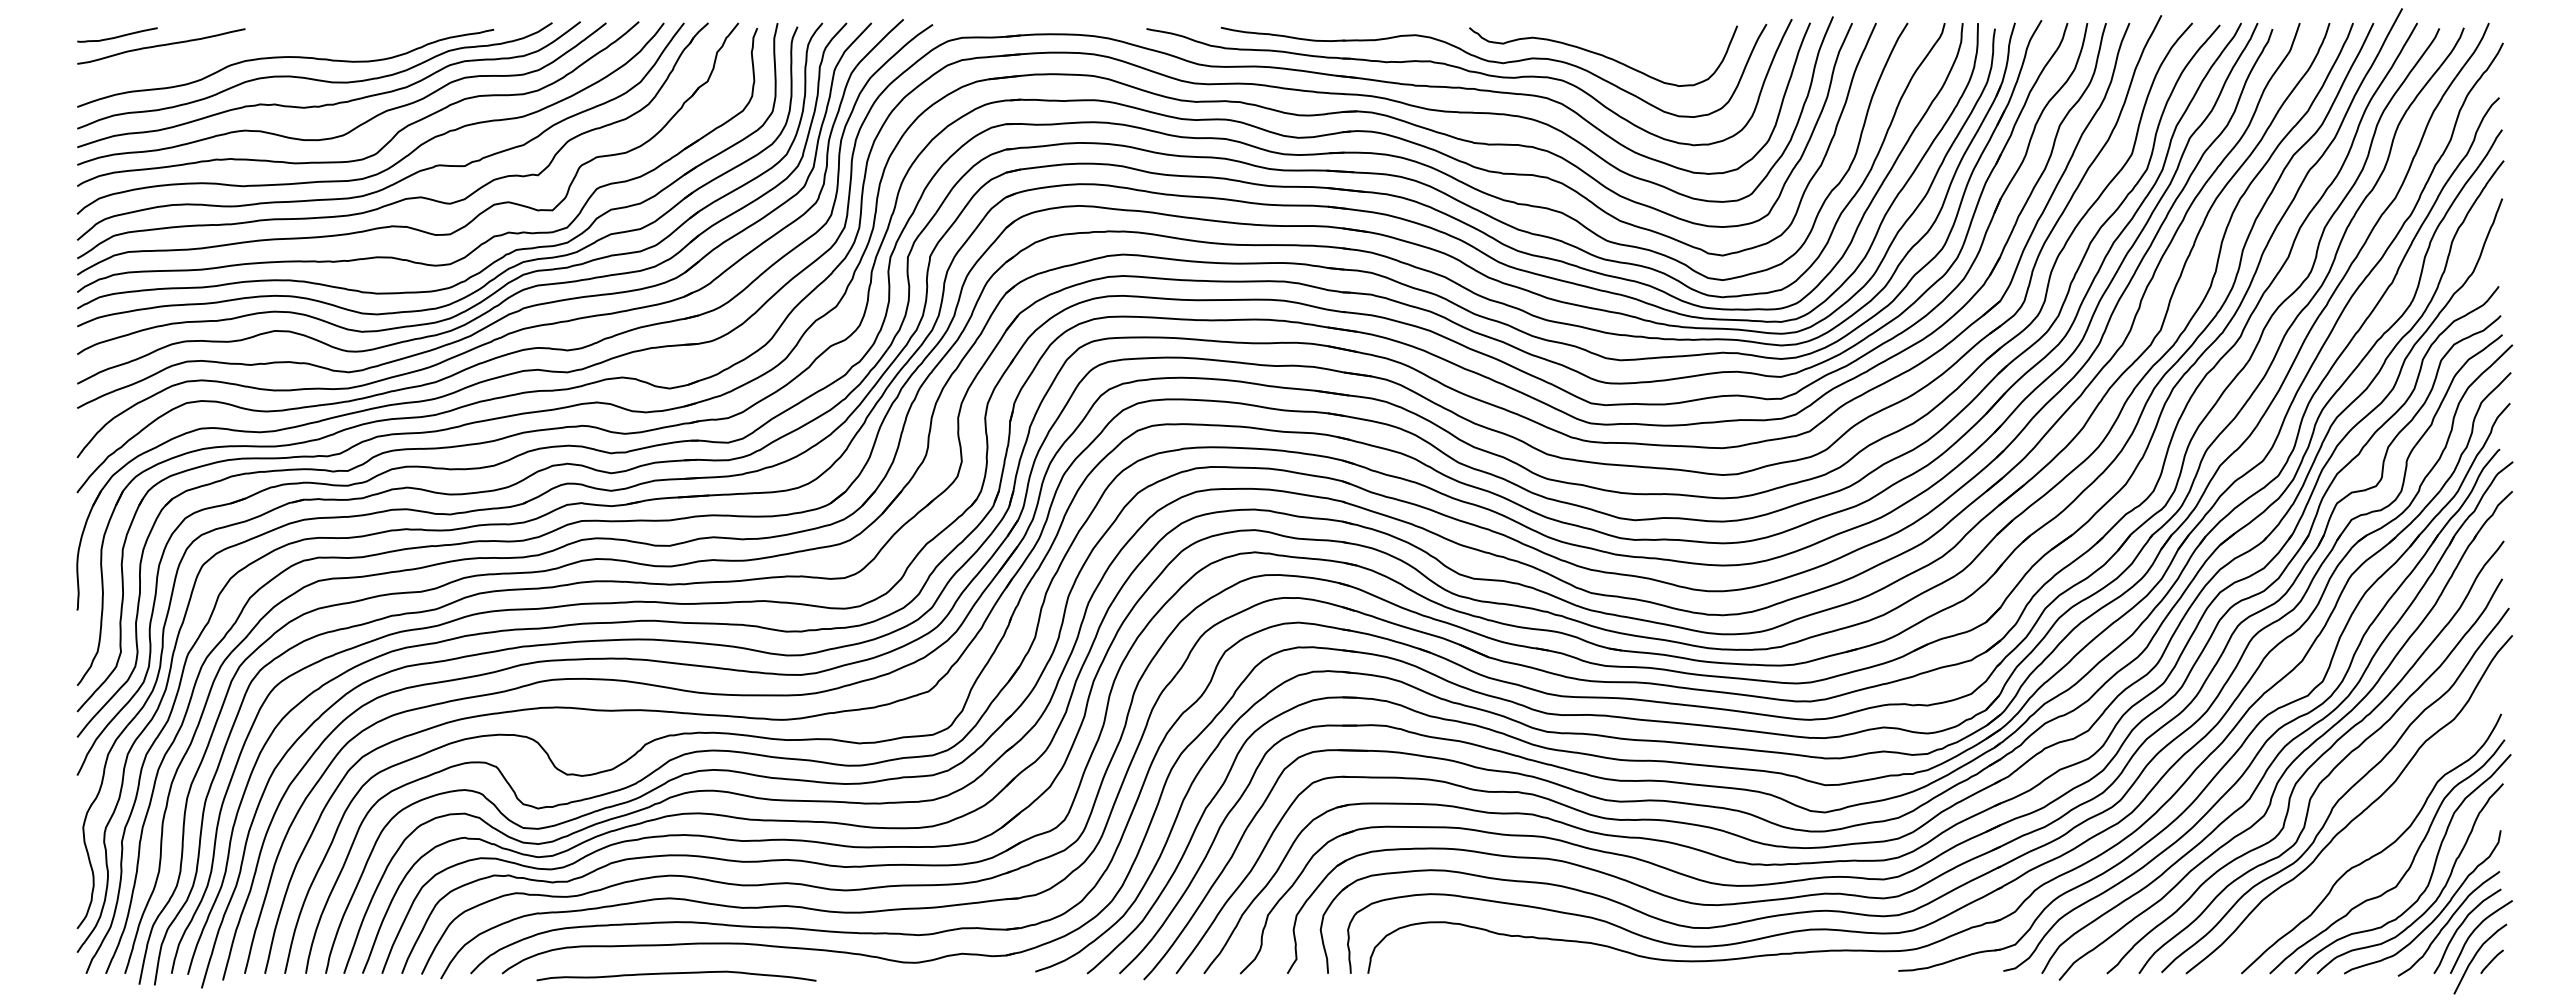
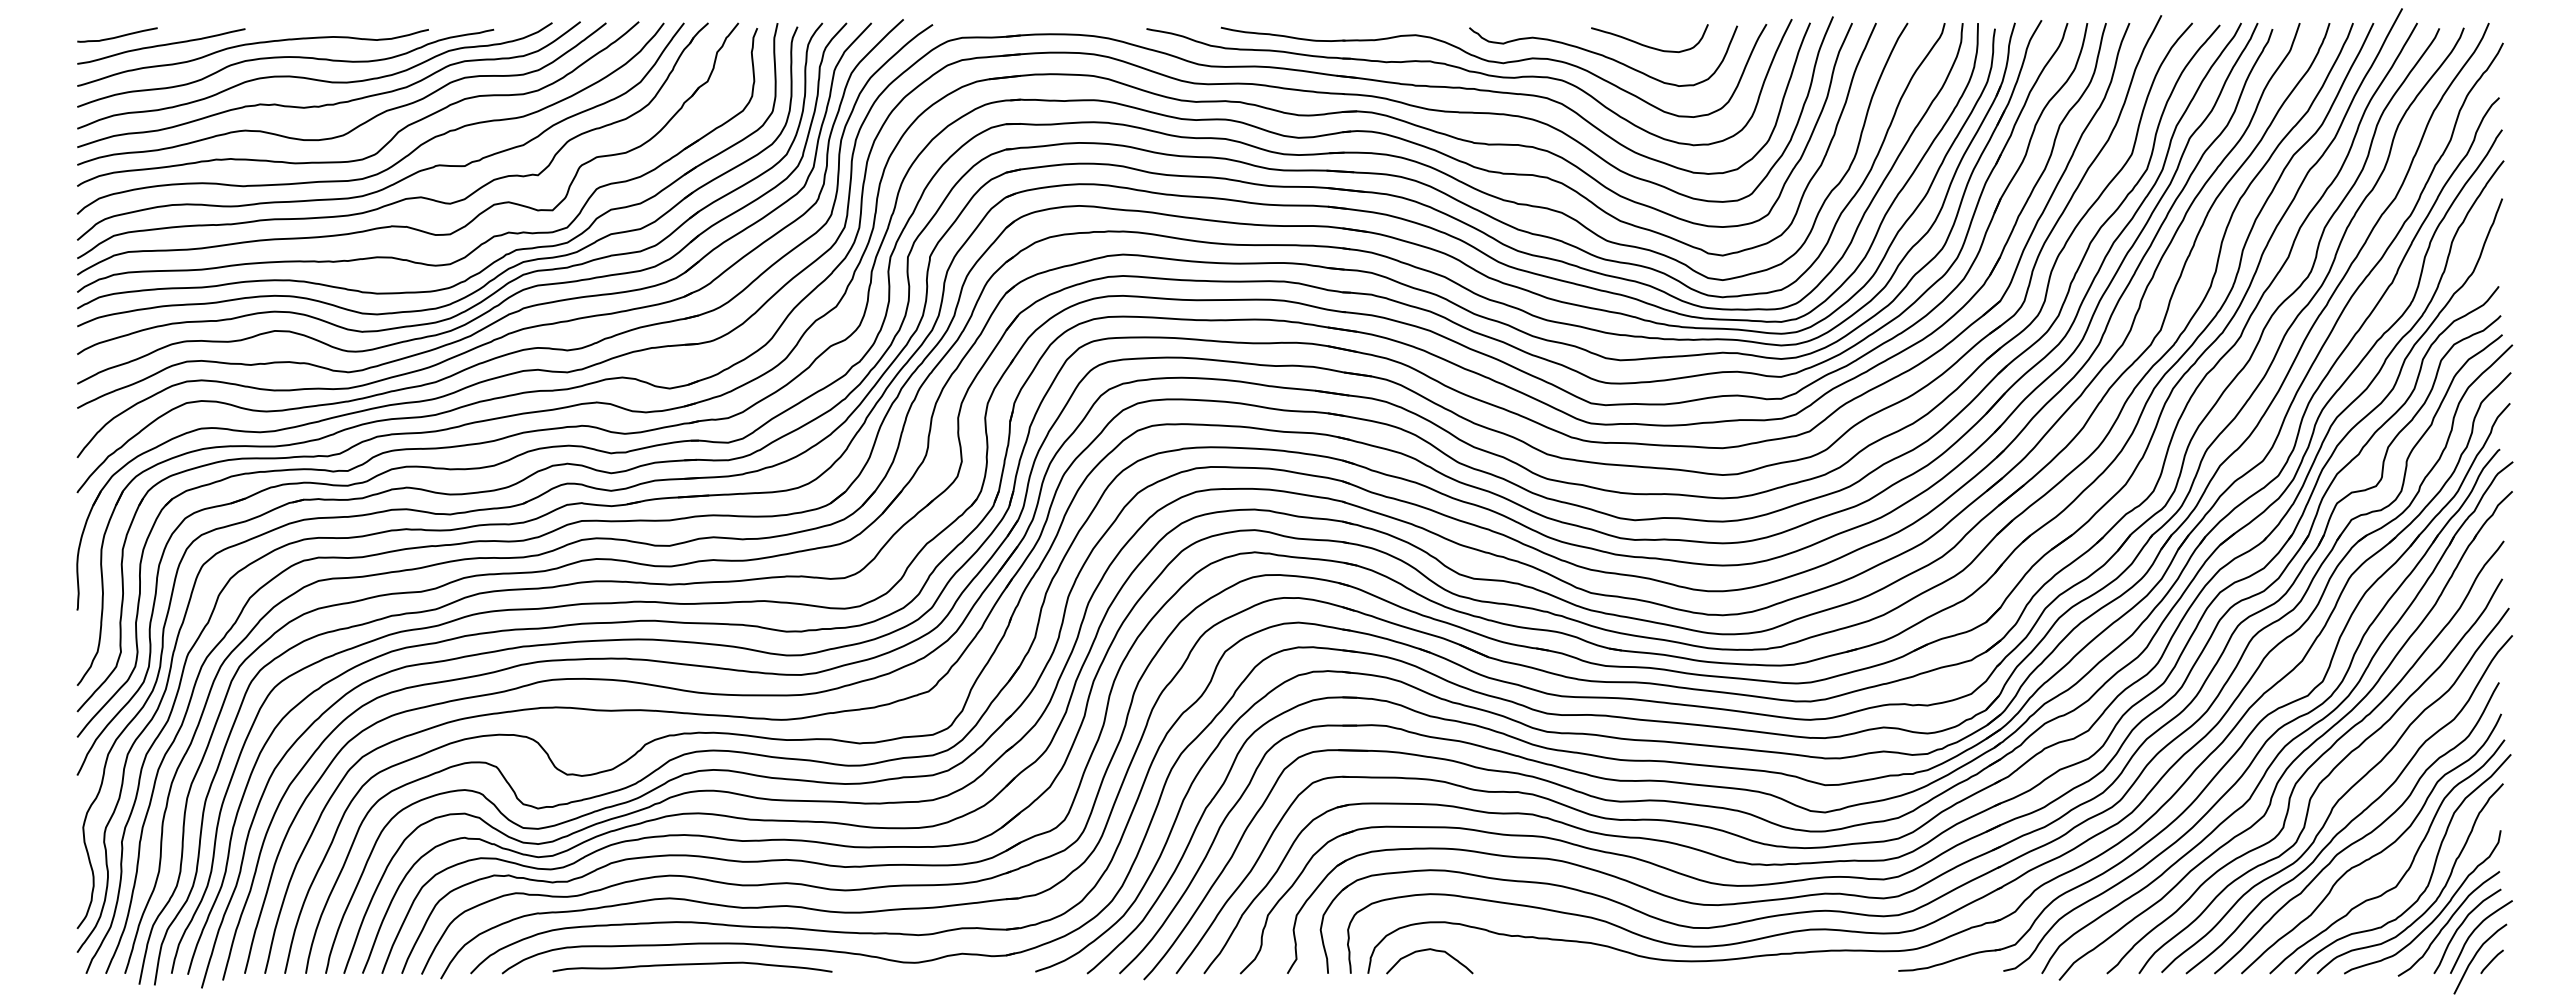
curve at (248, 45): none -> present
curve at (1647, 45): none -> present
curve at (2362, 836): none -> present
curve at (1429, 950): none -> present
curve at (676, 974) position: (676, 974) -> (692, 965)
